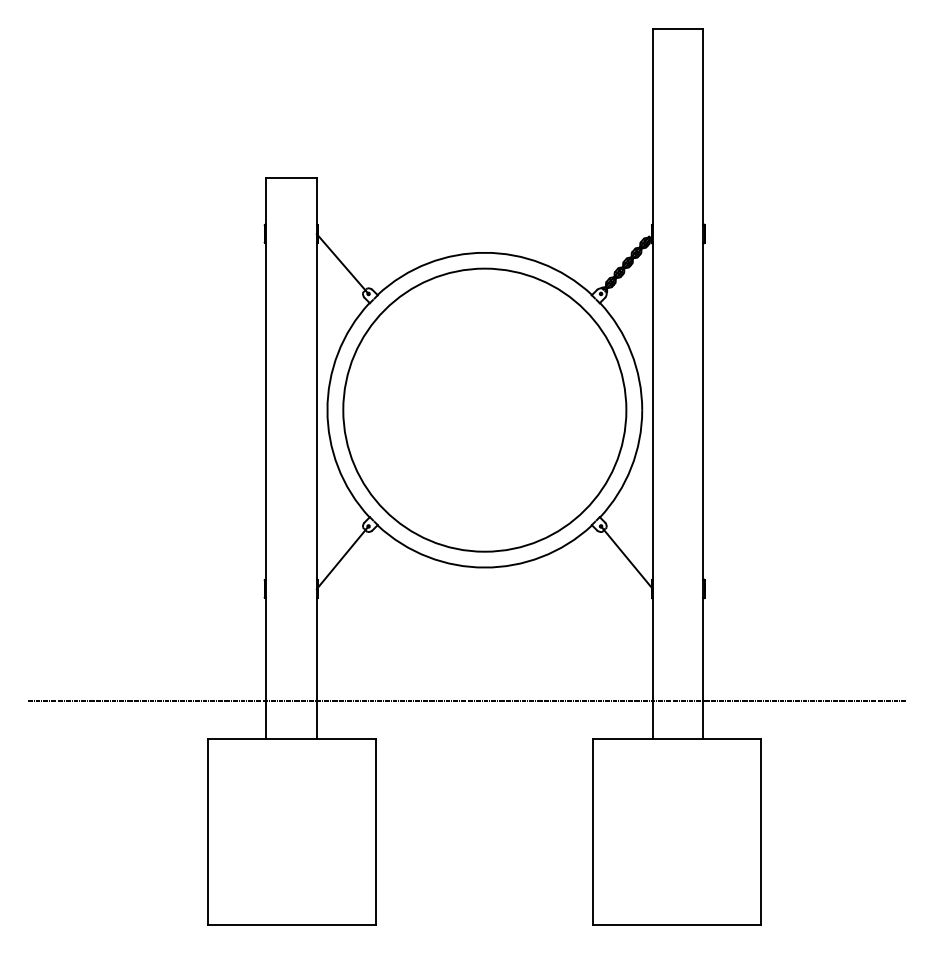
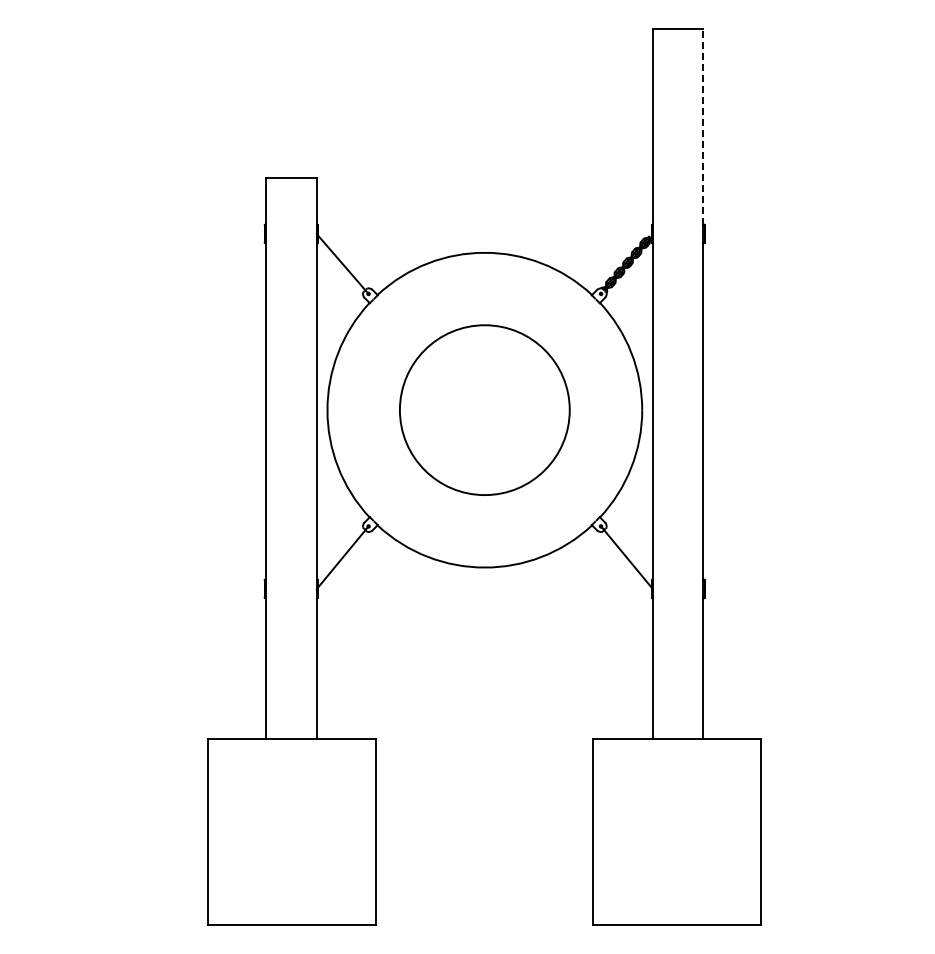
line at (703, 126): solid -> dashed
circle at (484, 409) diameter: 283 px -> 170 px
line at (467, 701): present -> none
